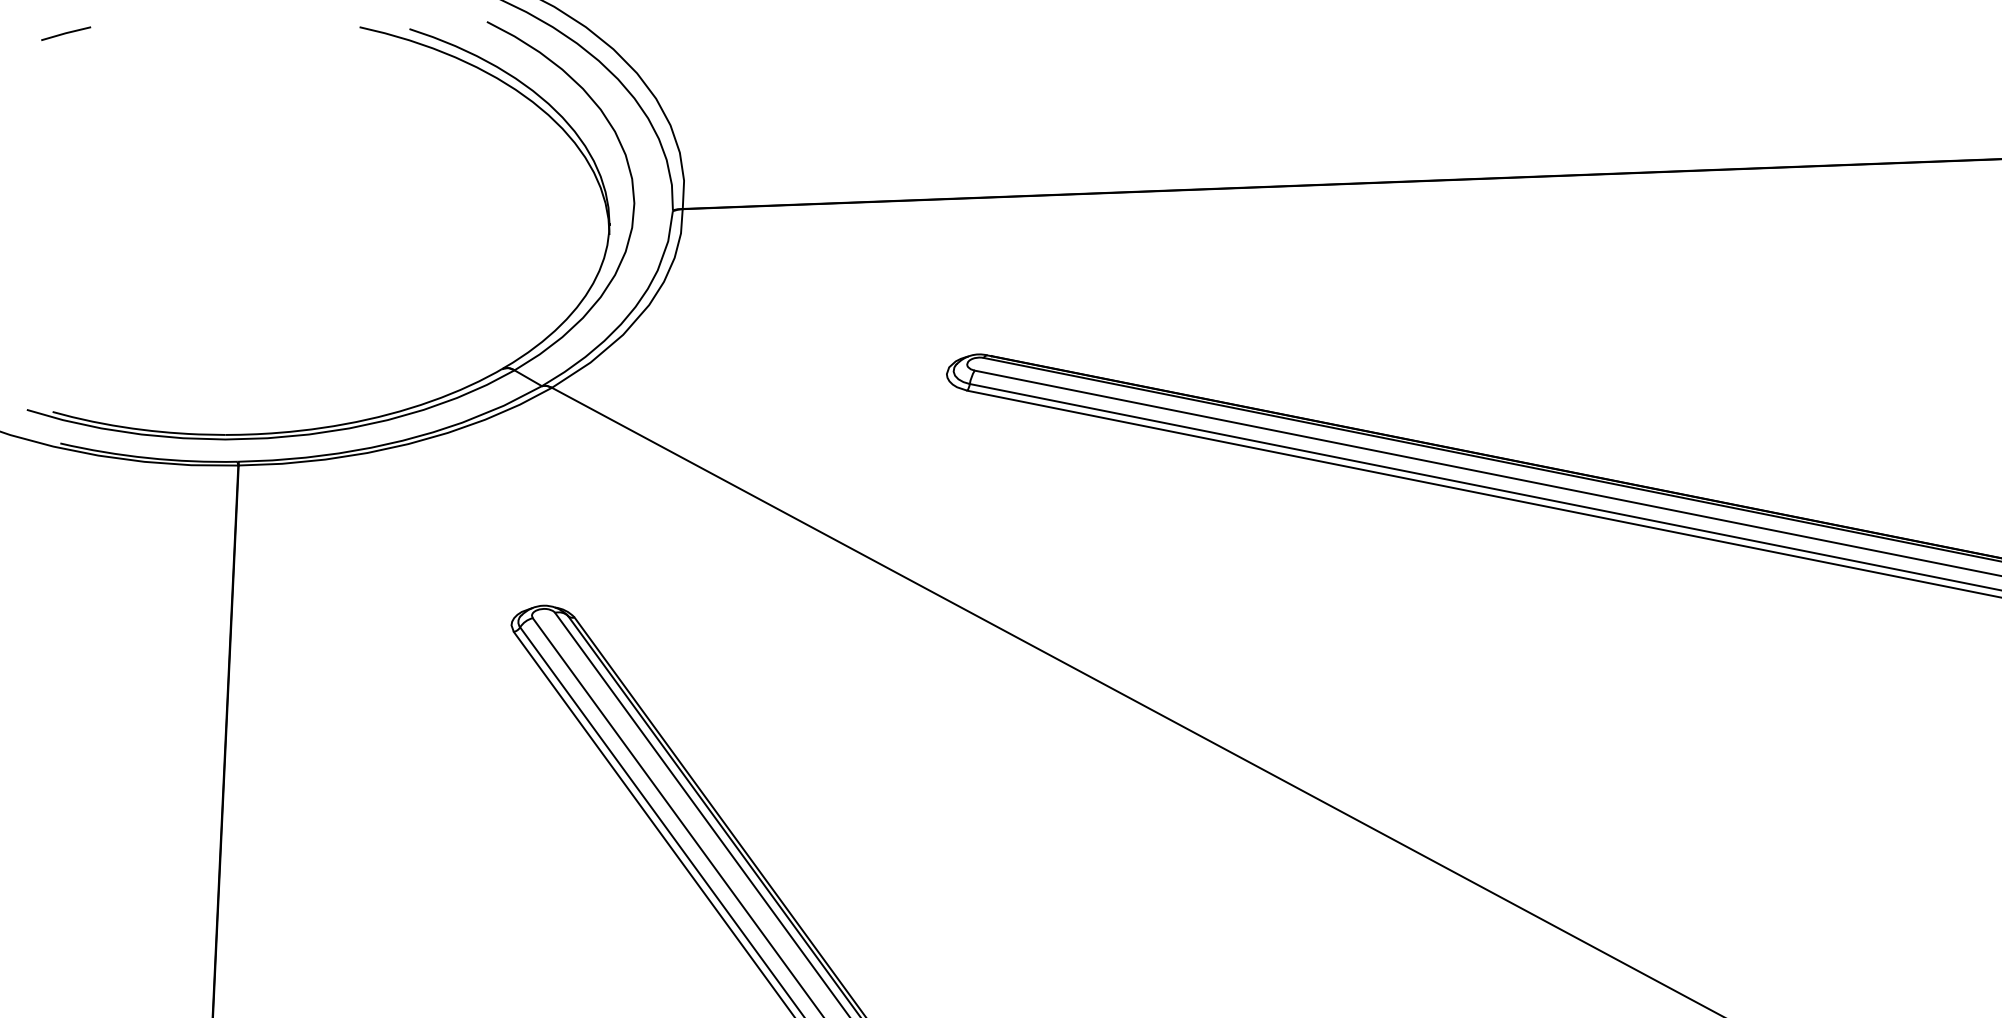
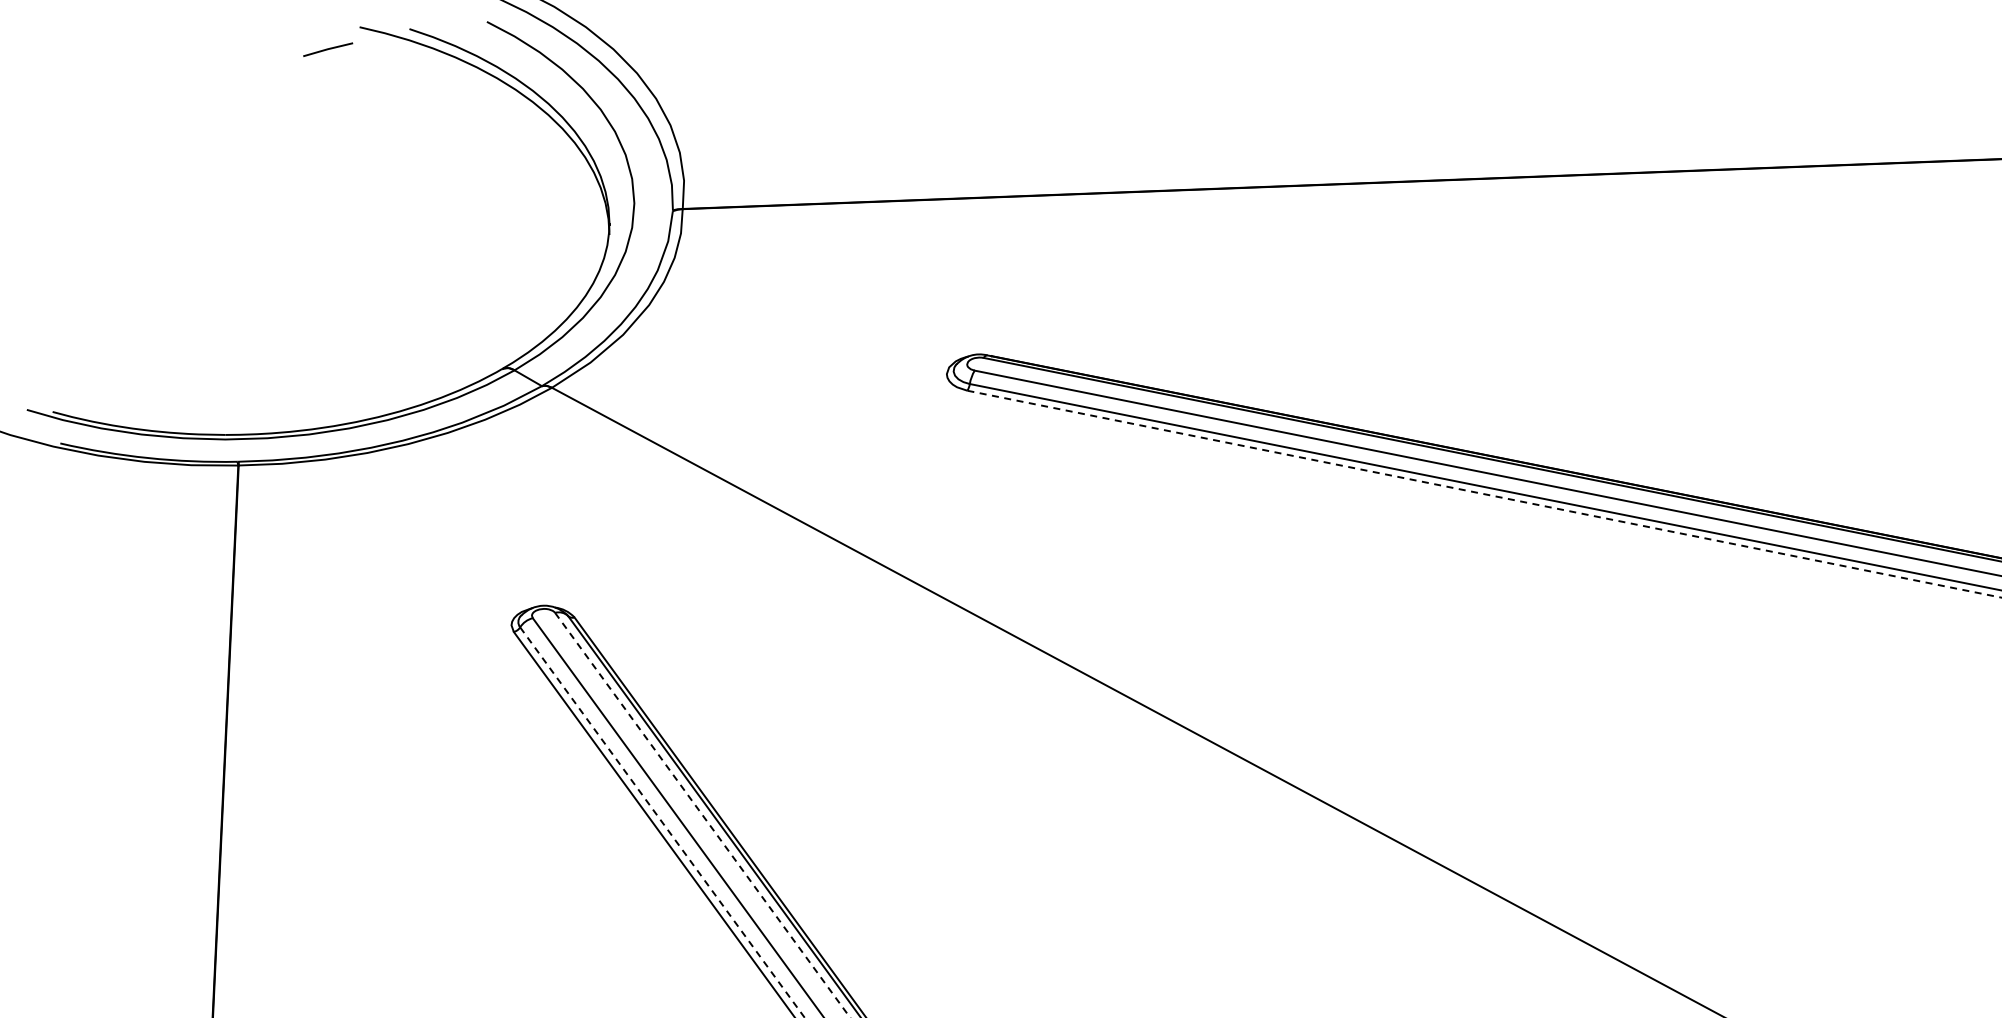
line at (66, 33) position: (66, 33) -> (328, 49)
line at (1484, 494): solid -> dashed
line at (702, 815): solid -> dashed
line at (662, 822): solid -> dashed
